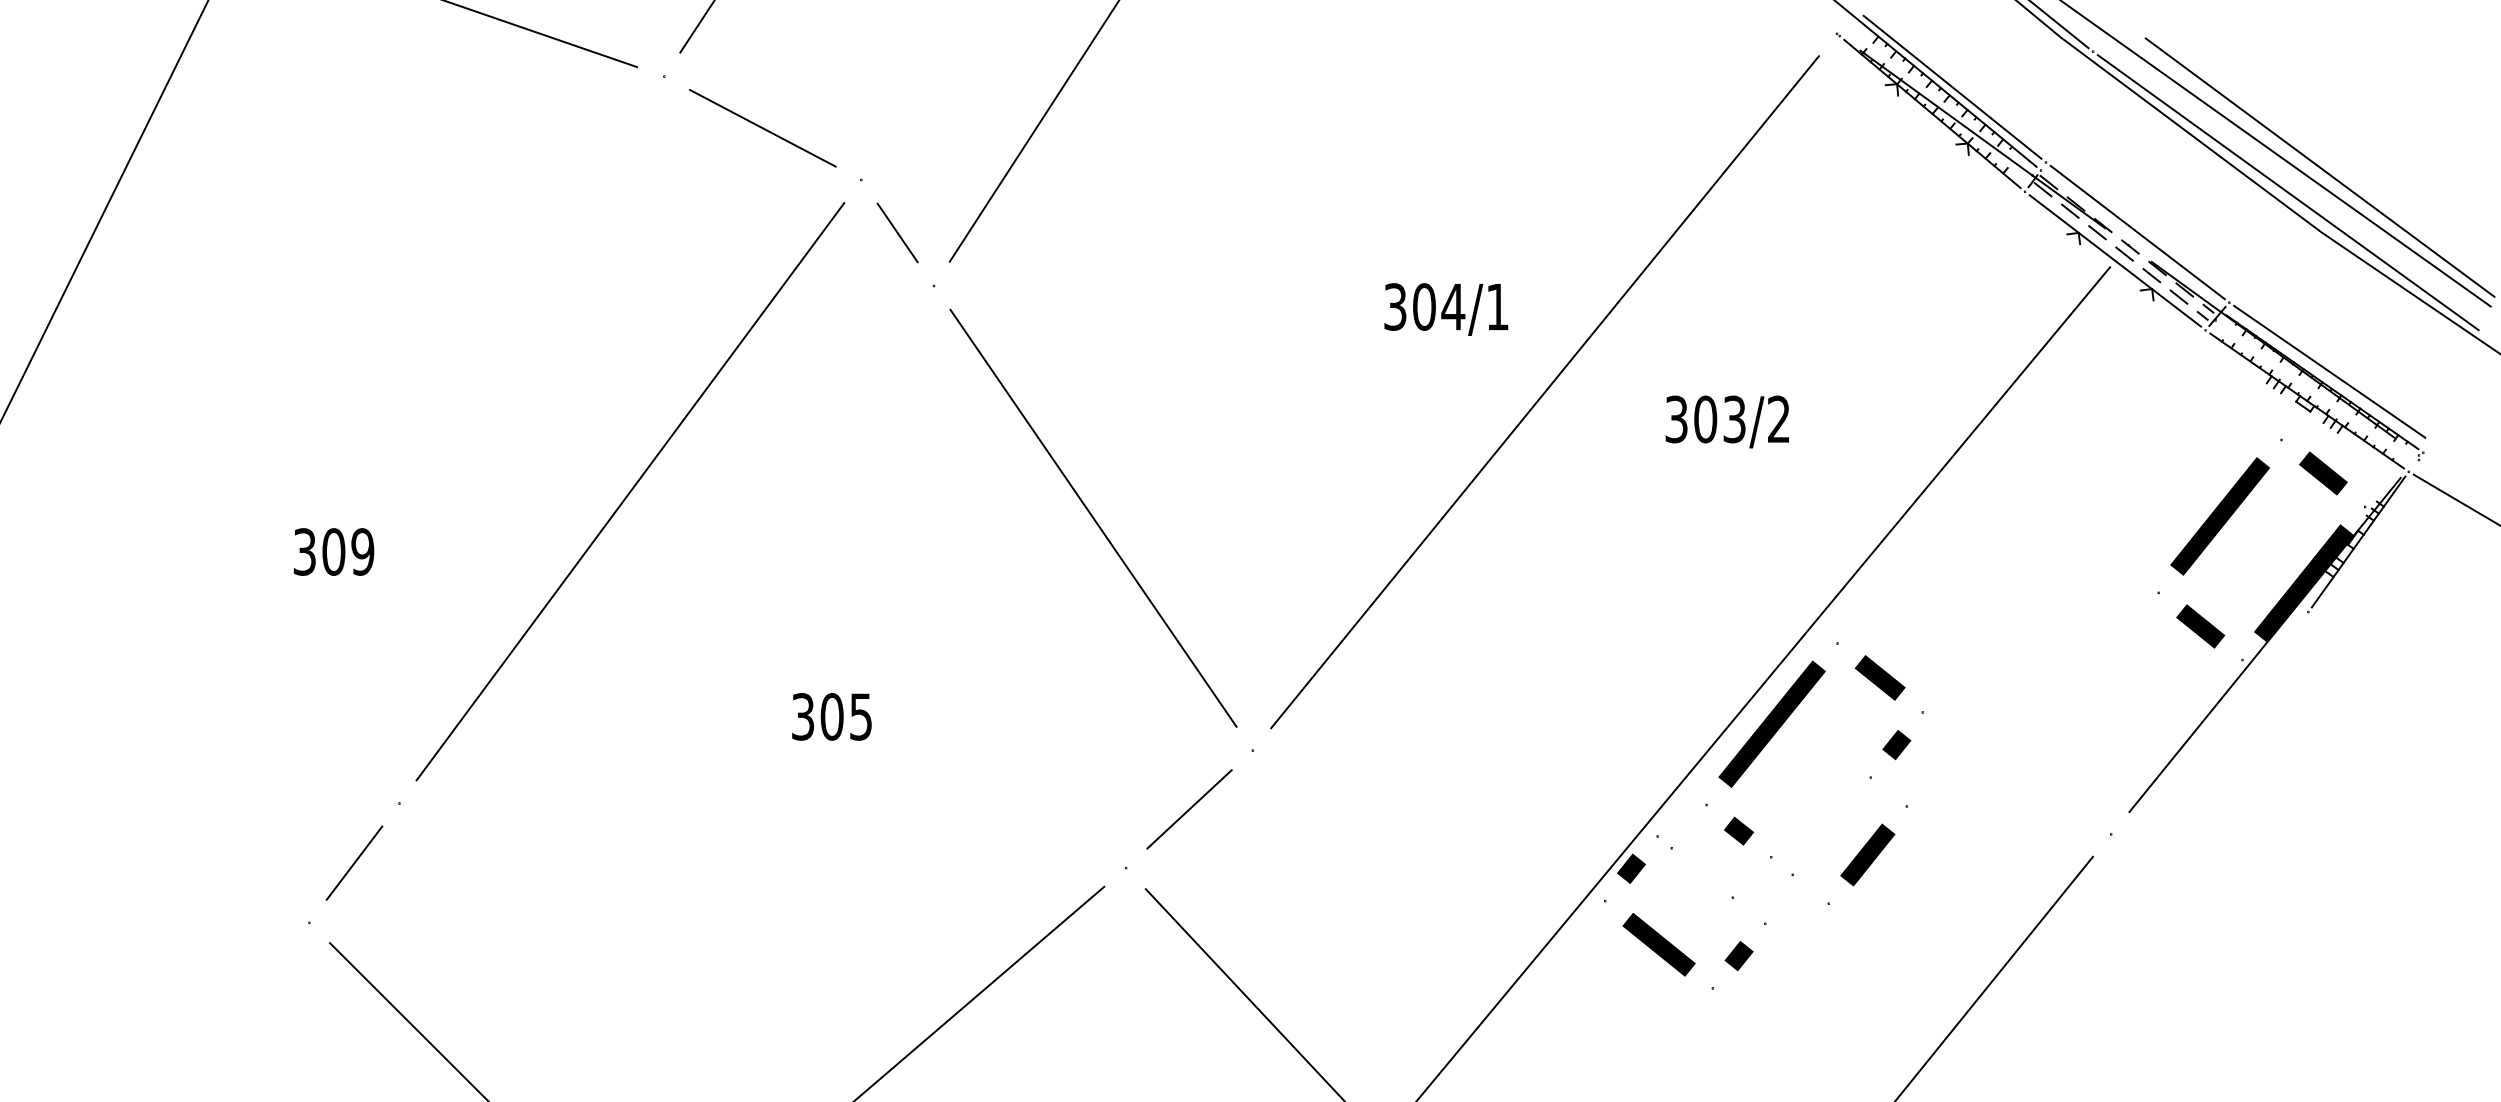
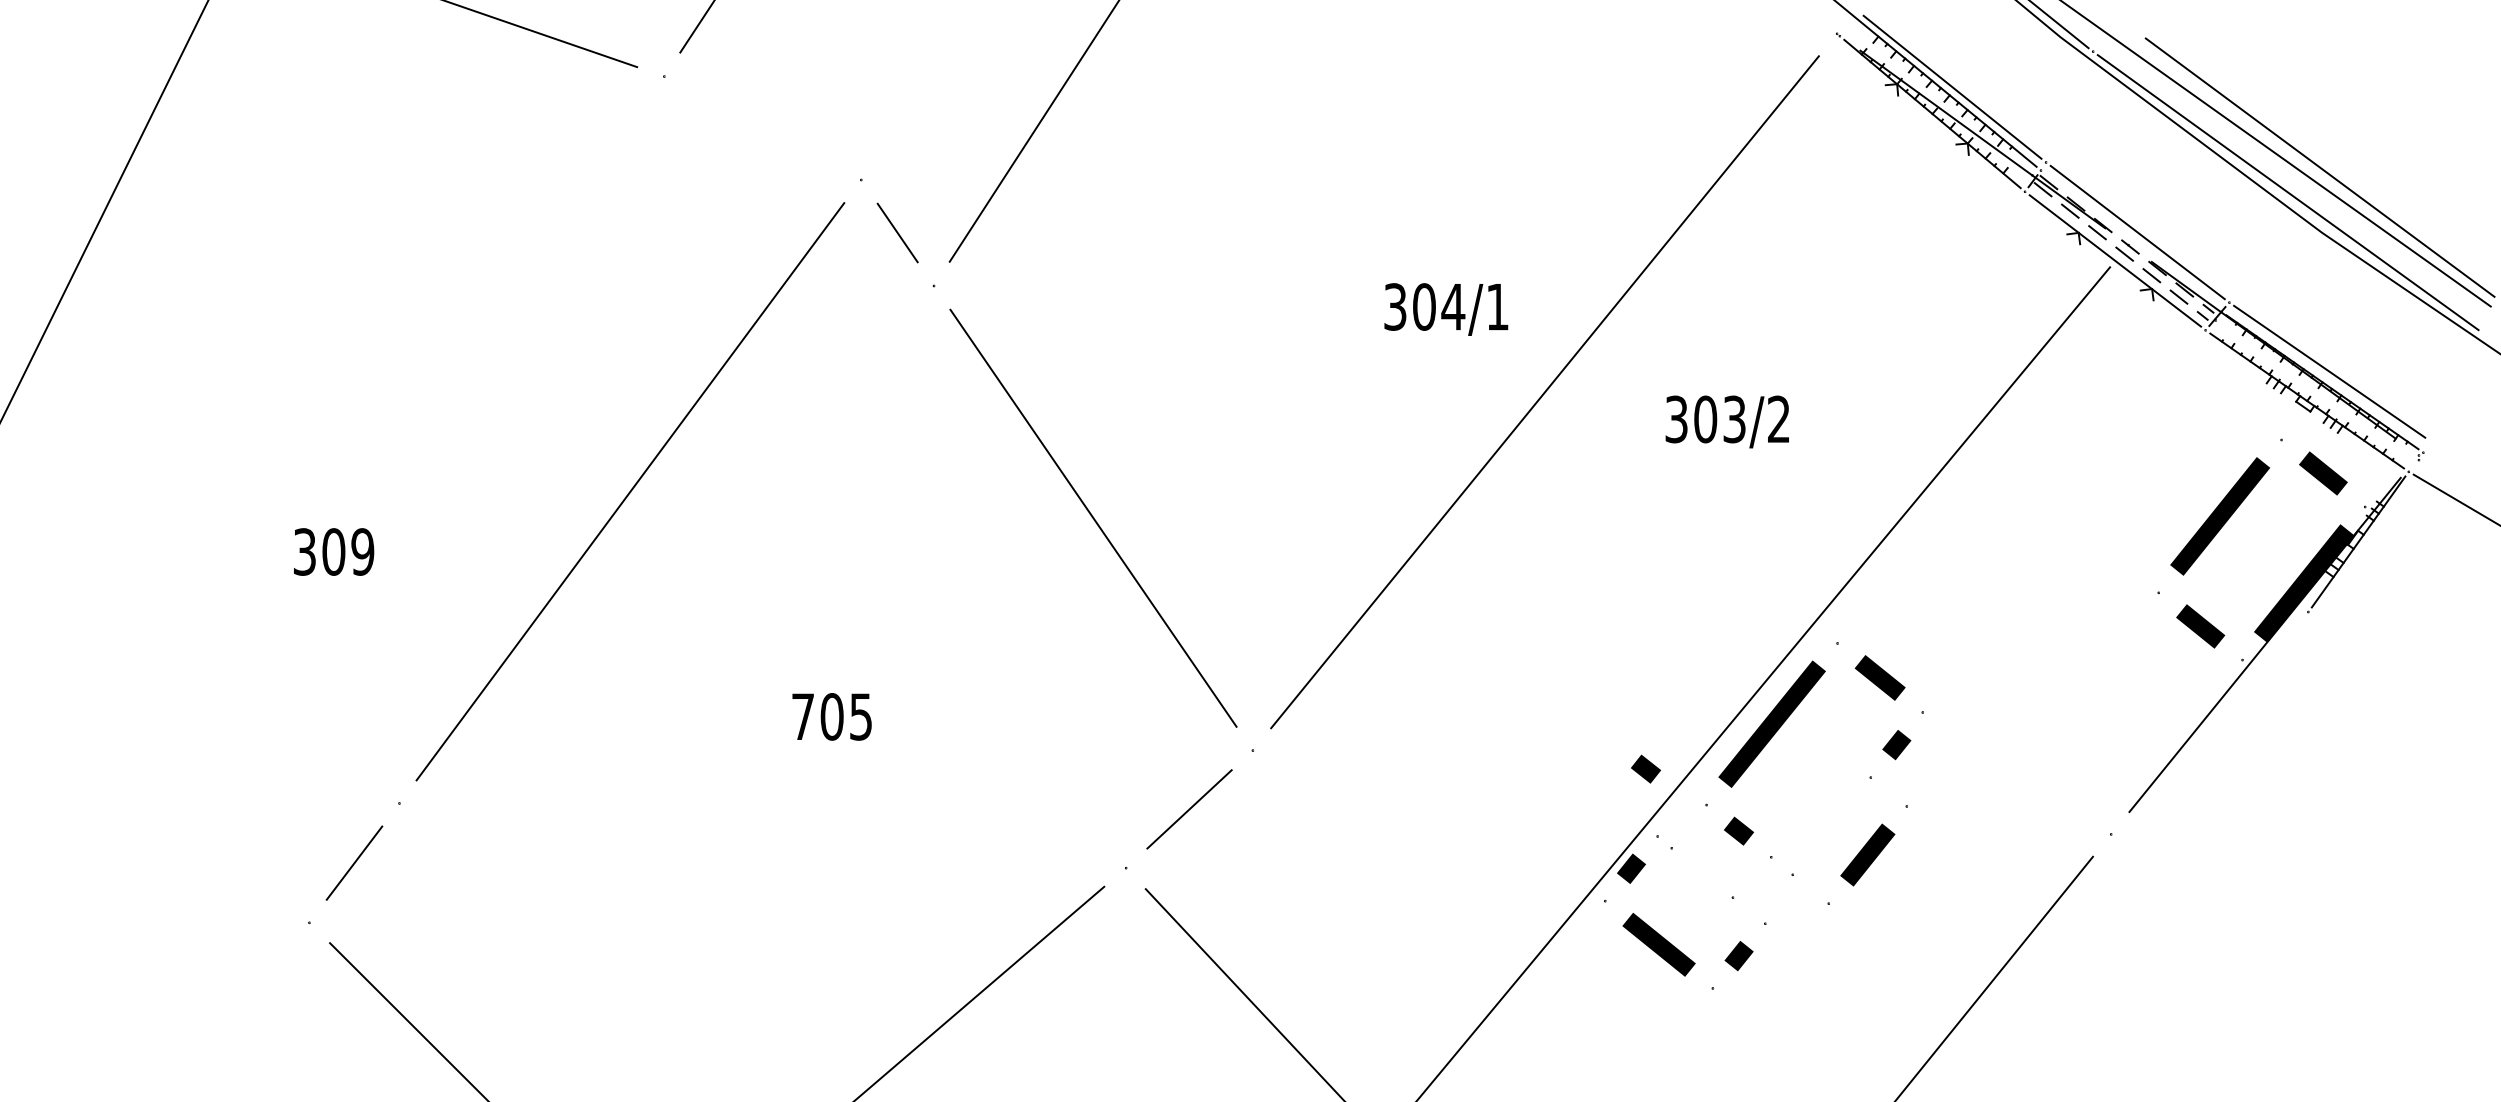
line at (762, 127): present -> none
text at (803, 716): 305 -> 705
line at (1645, 768): none -> present
